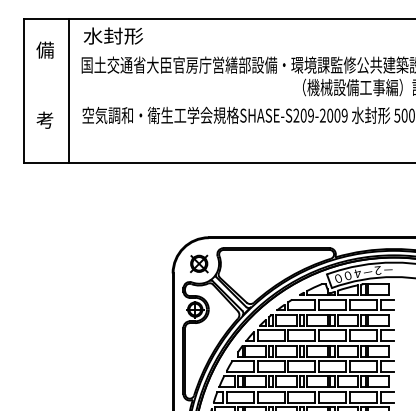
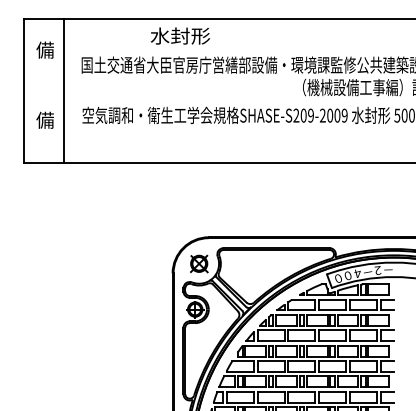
text at (112, 35) position: (112, 35) -> (179, 35)
line at (69, 90) position: (69, 90) -> (64, 90)
text at (44, 119): 考 -> 備
